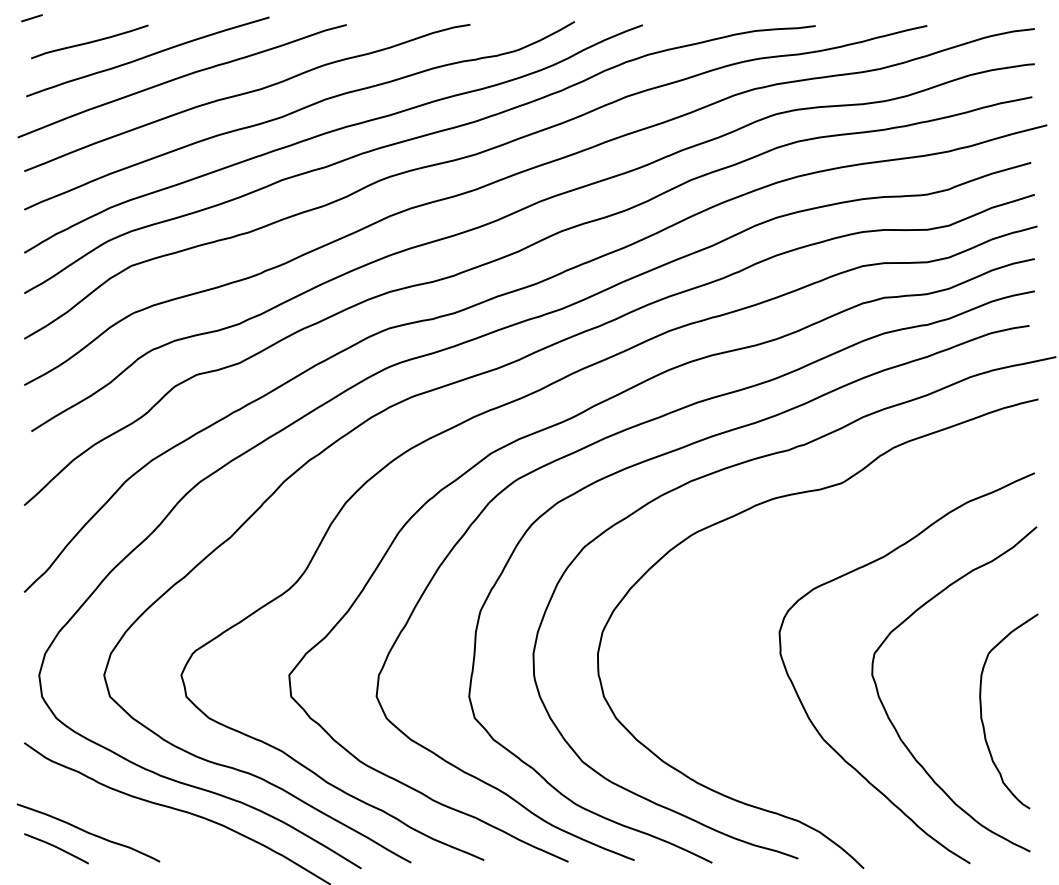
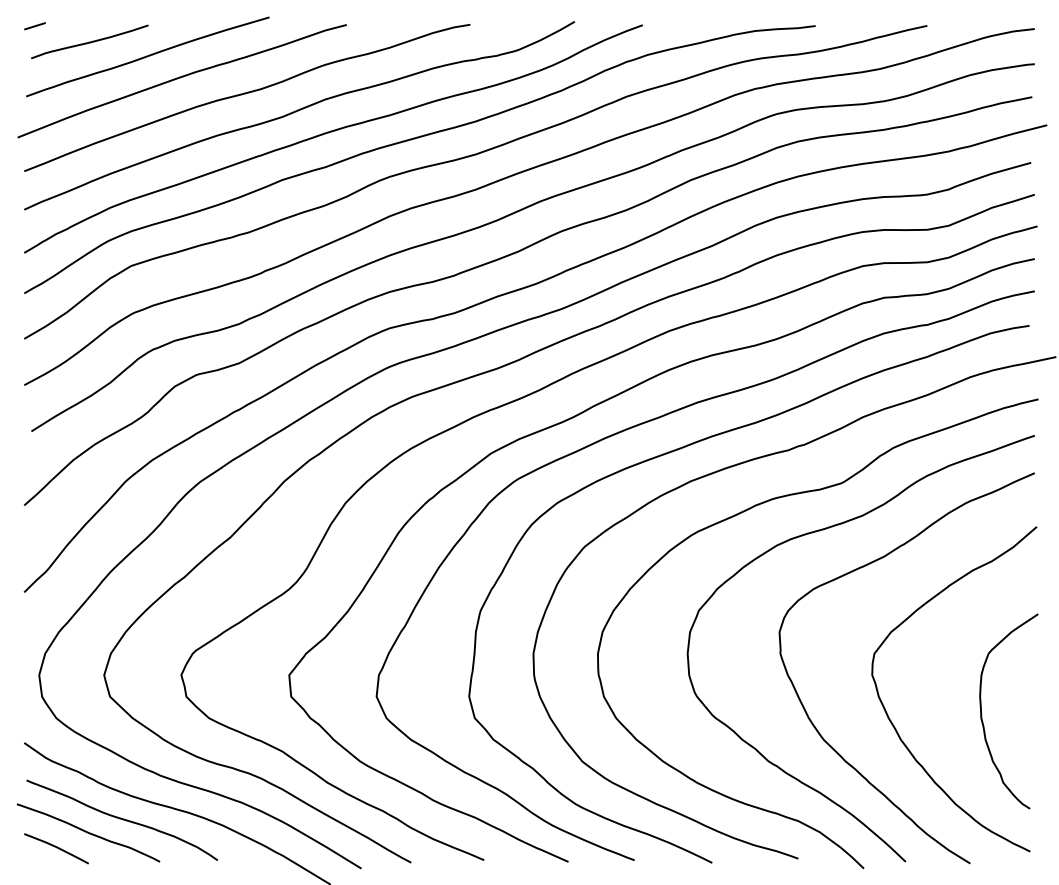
line at (31, 18) position: (31, 18) -> (34, 26)
curve at (823, 530): none -> present
curve at (121, 819): none -> present
